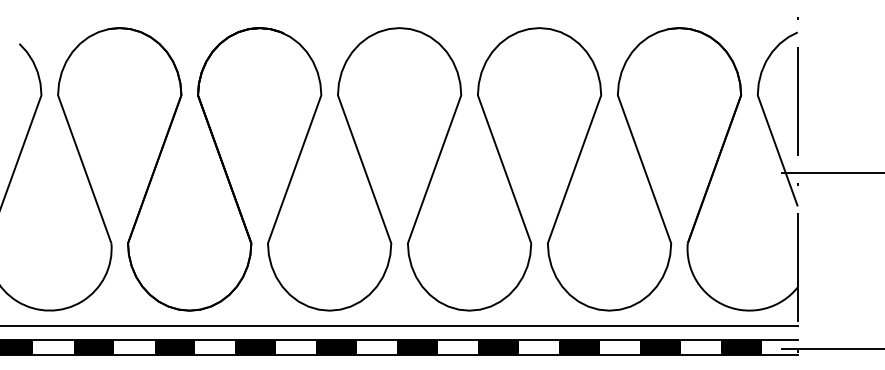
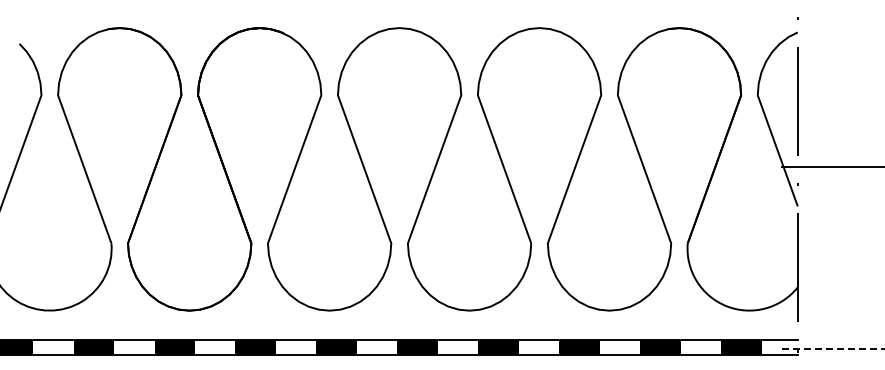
line at (831, 173) position: (831, 173) -> (831, 167)
line at (399, 326): present -> none
line at (833, 349): solid -> dashed
